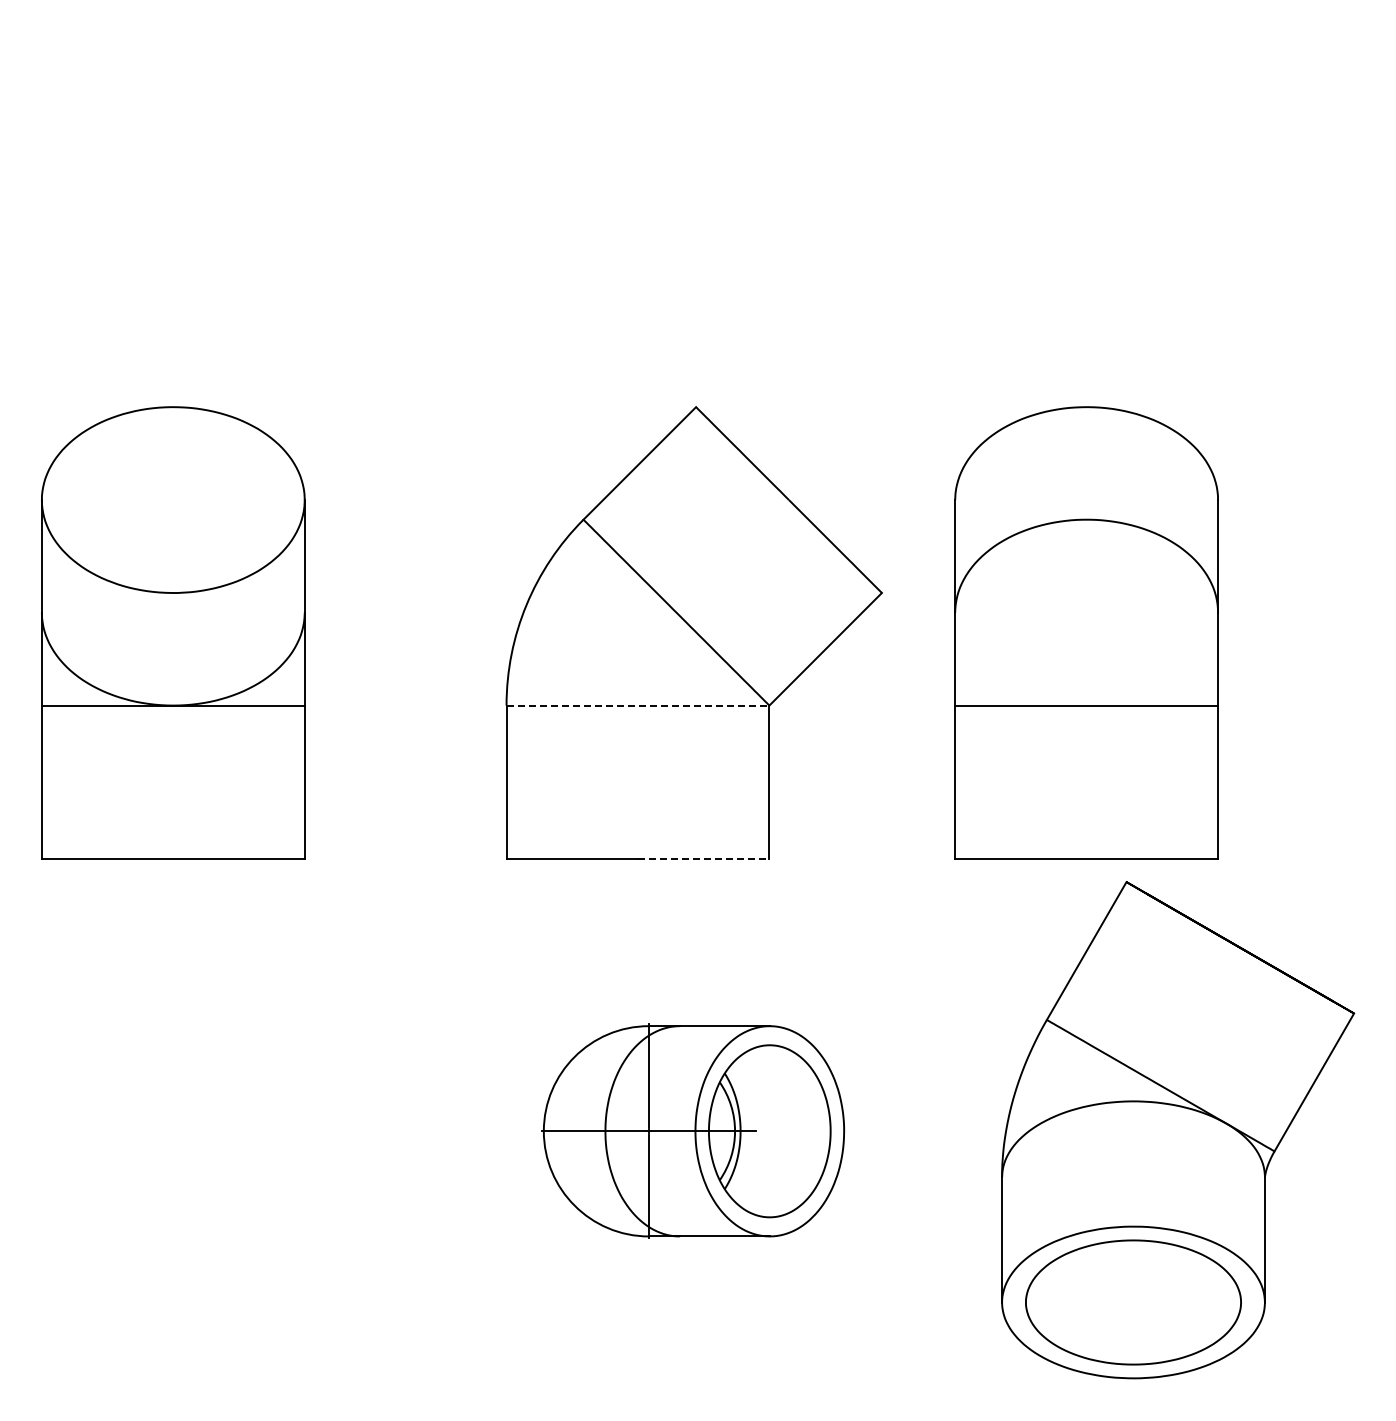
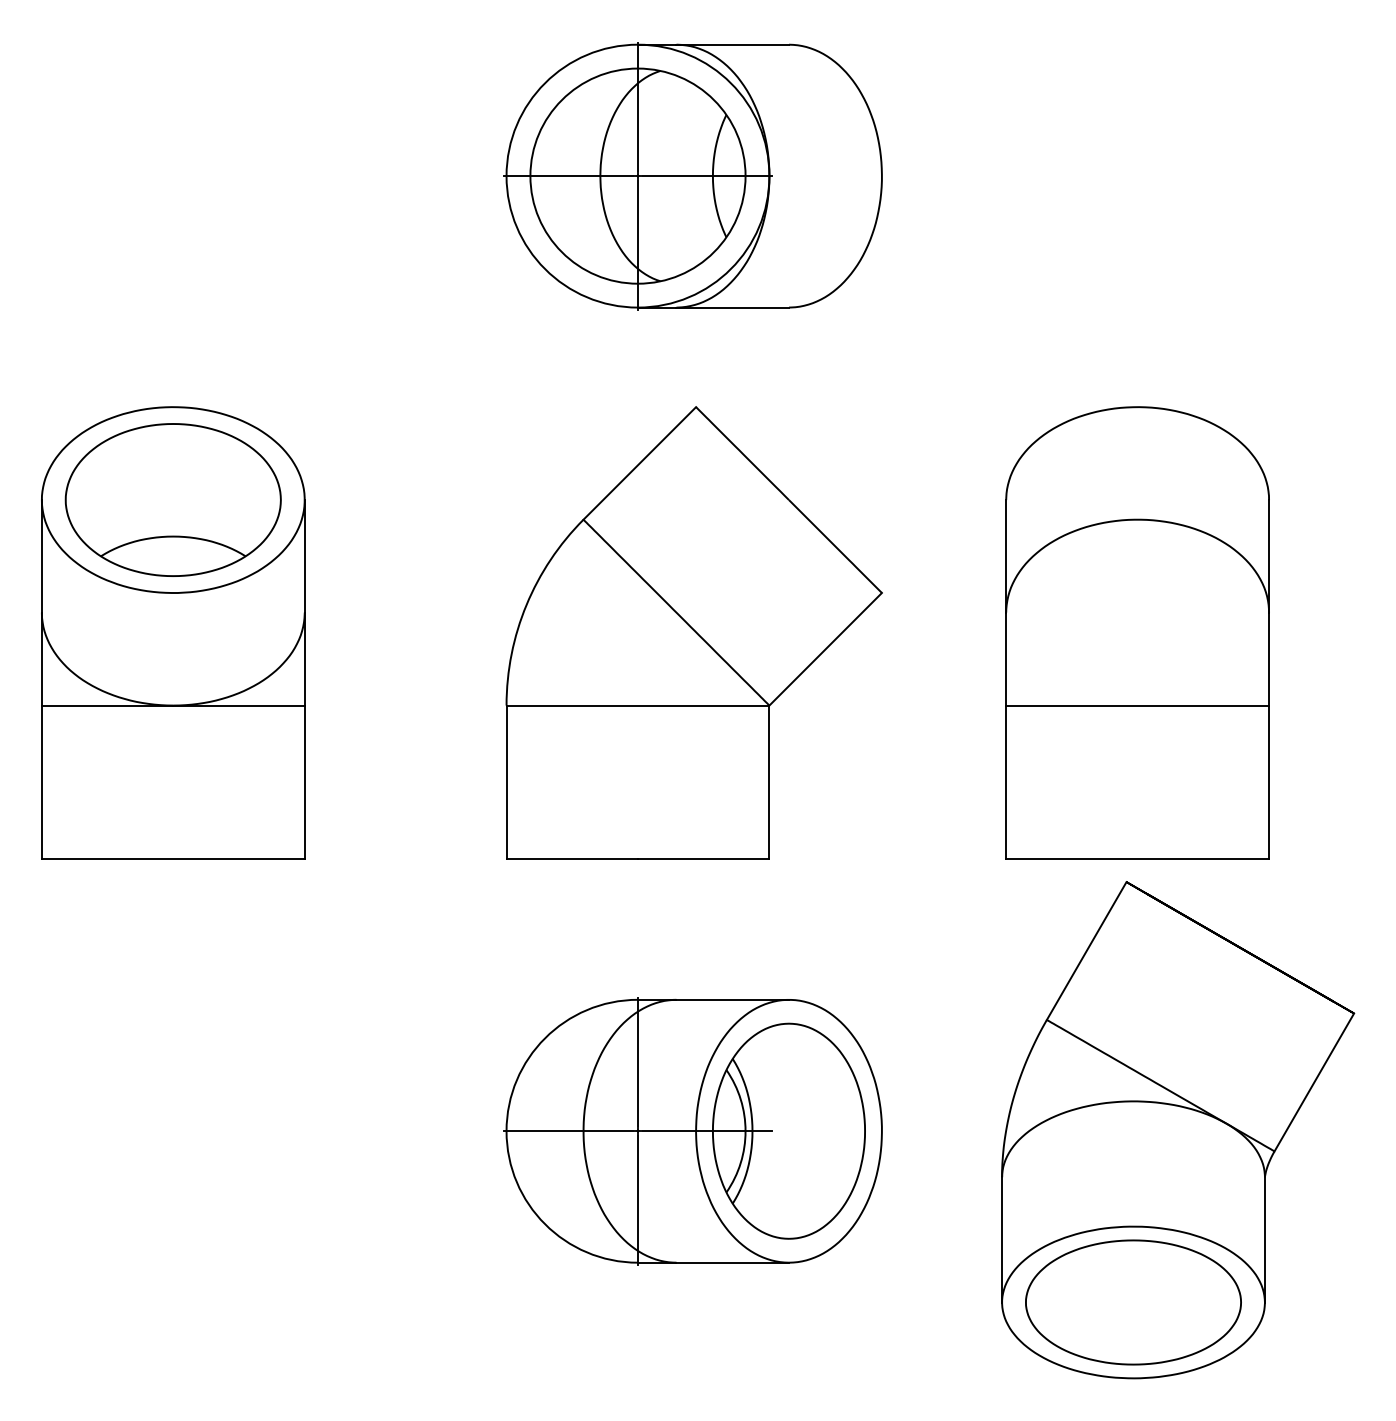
part at (692, 176): none -> present
part at (172, 499): none -> present
part at (1086, 632) position: (1086, 632) -> (1137, 632)
line at (638, 705): dashed -> solid
line at (703, 858): dashed -> solid
part at (692, 1130) size: 304x216 px -> 380x269 px
